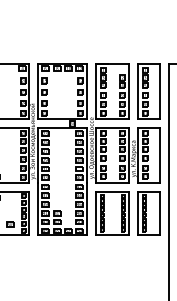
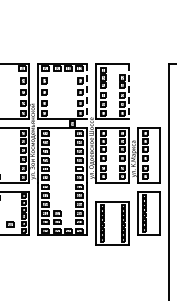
line at (87, 91): solid -> dashed
line at (129, 91): solid -> dashed
part at (148, 91): present -> none
part at (112, 213) position: (112, 213) -> (112, 223)
